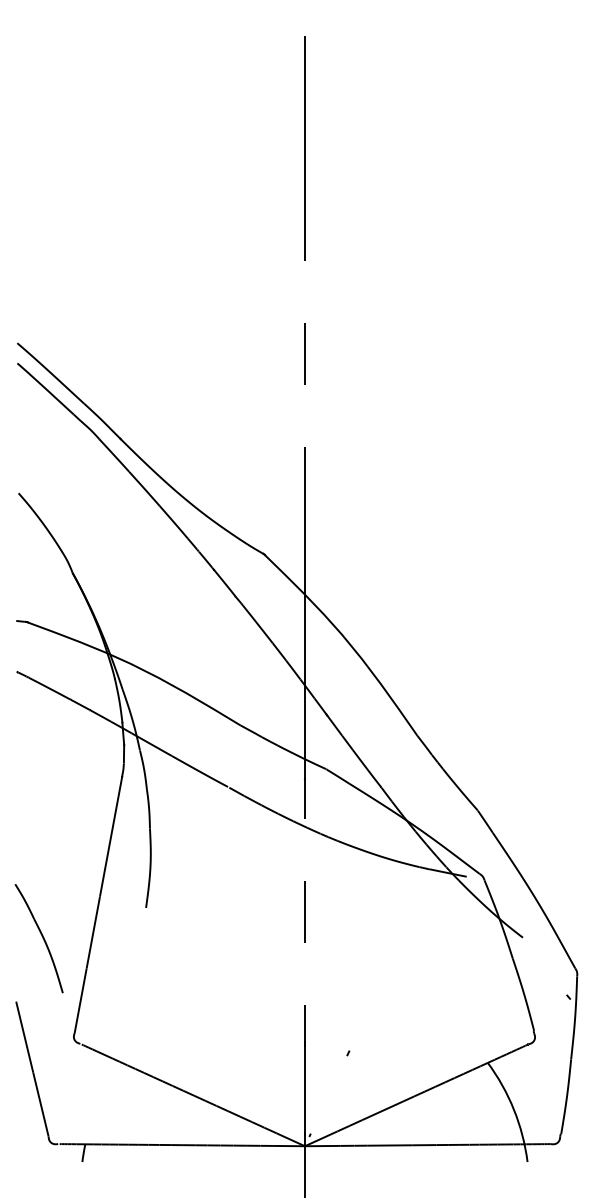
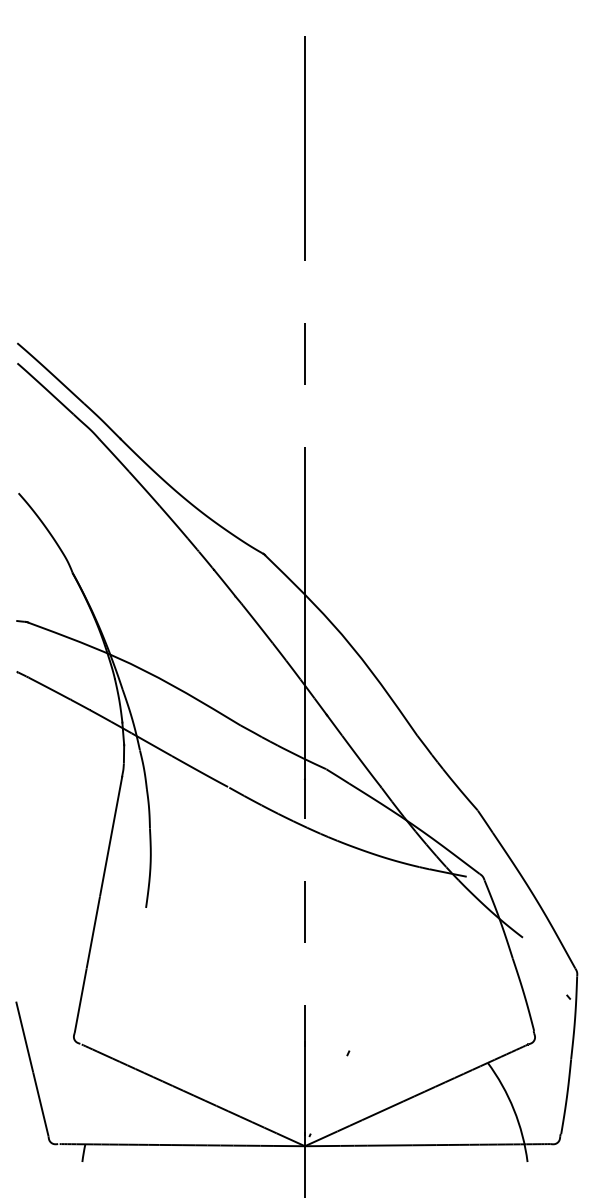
part at (38, 938): present -> none
